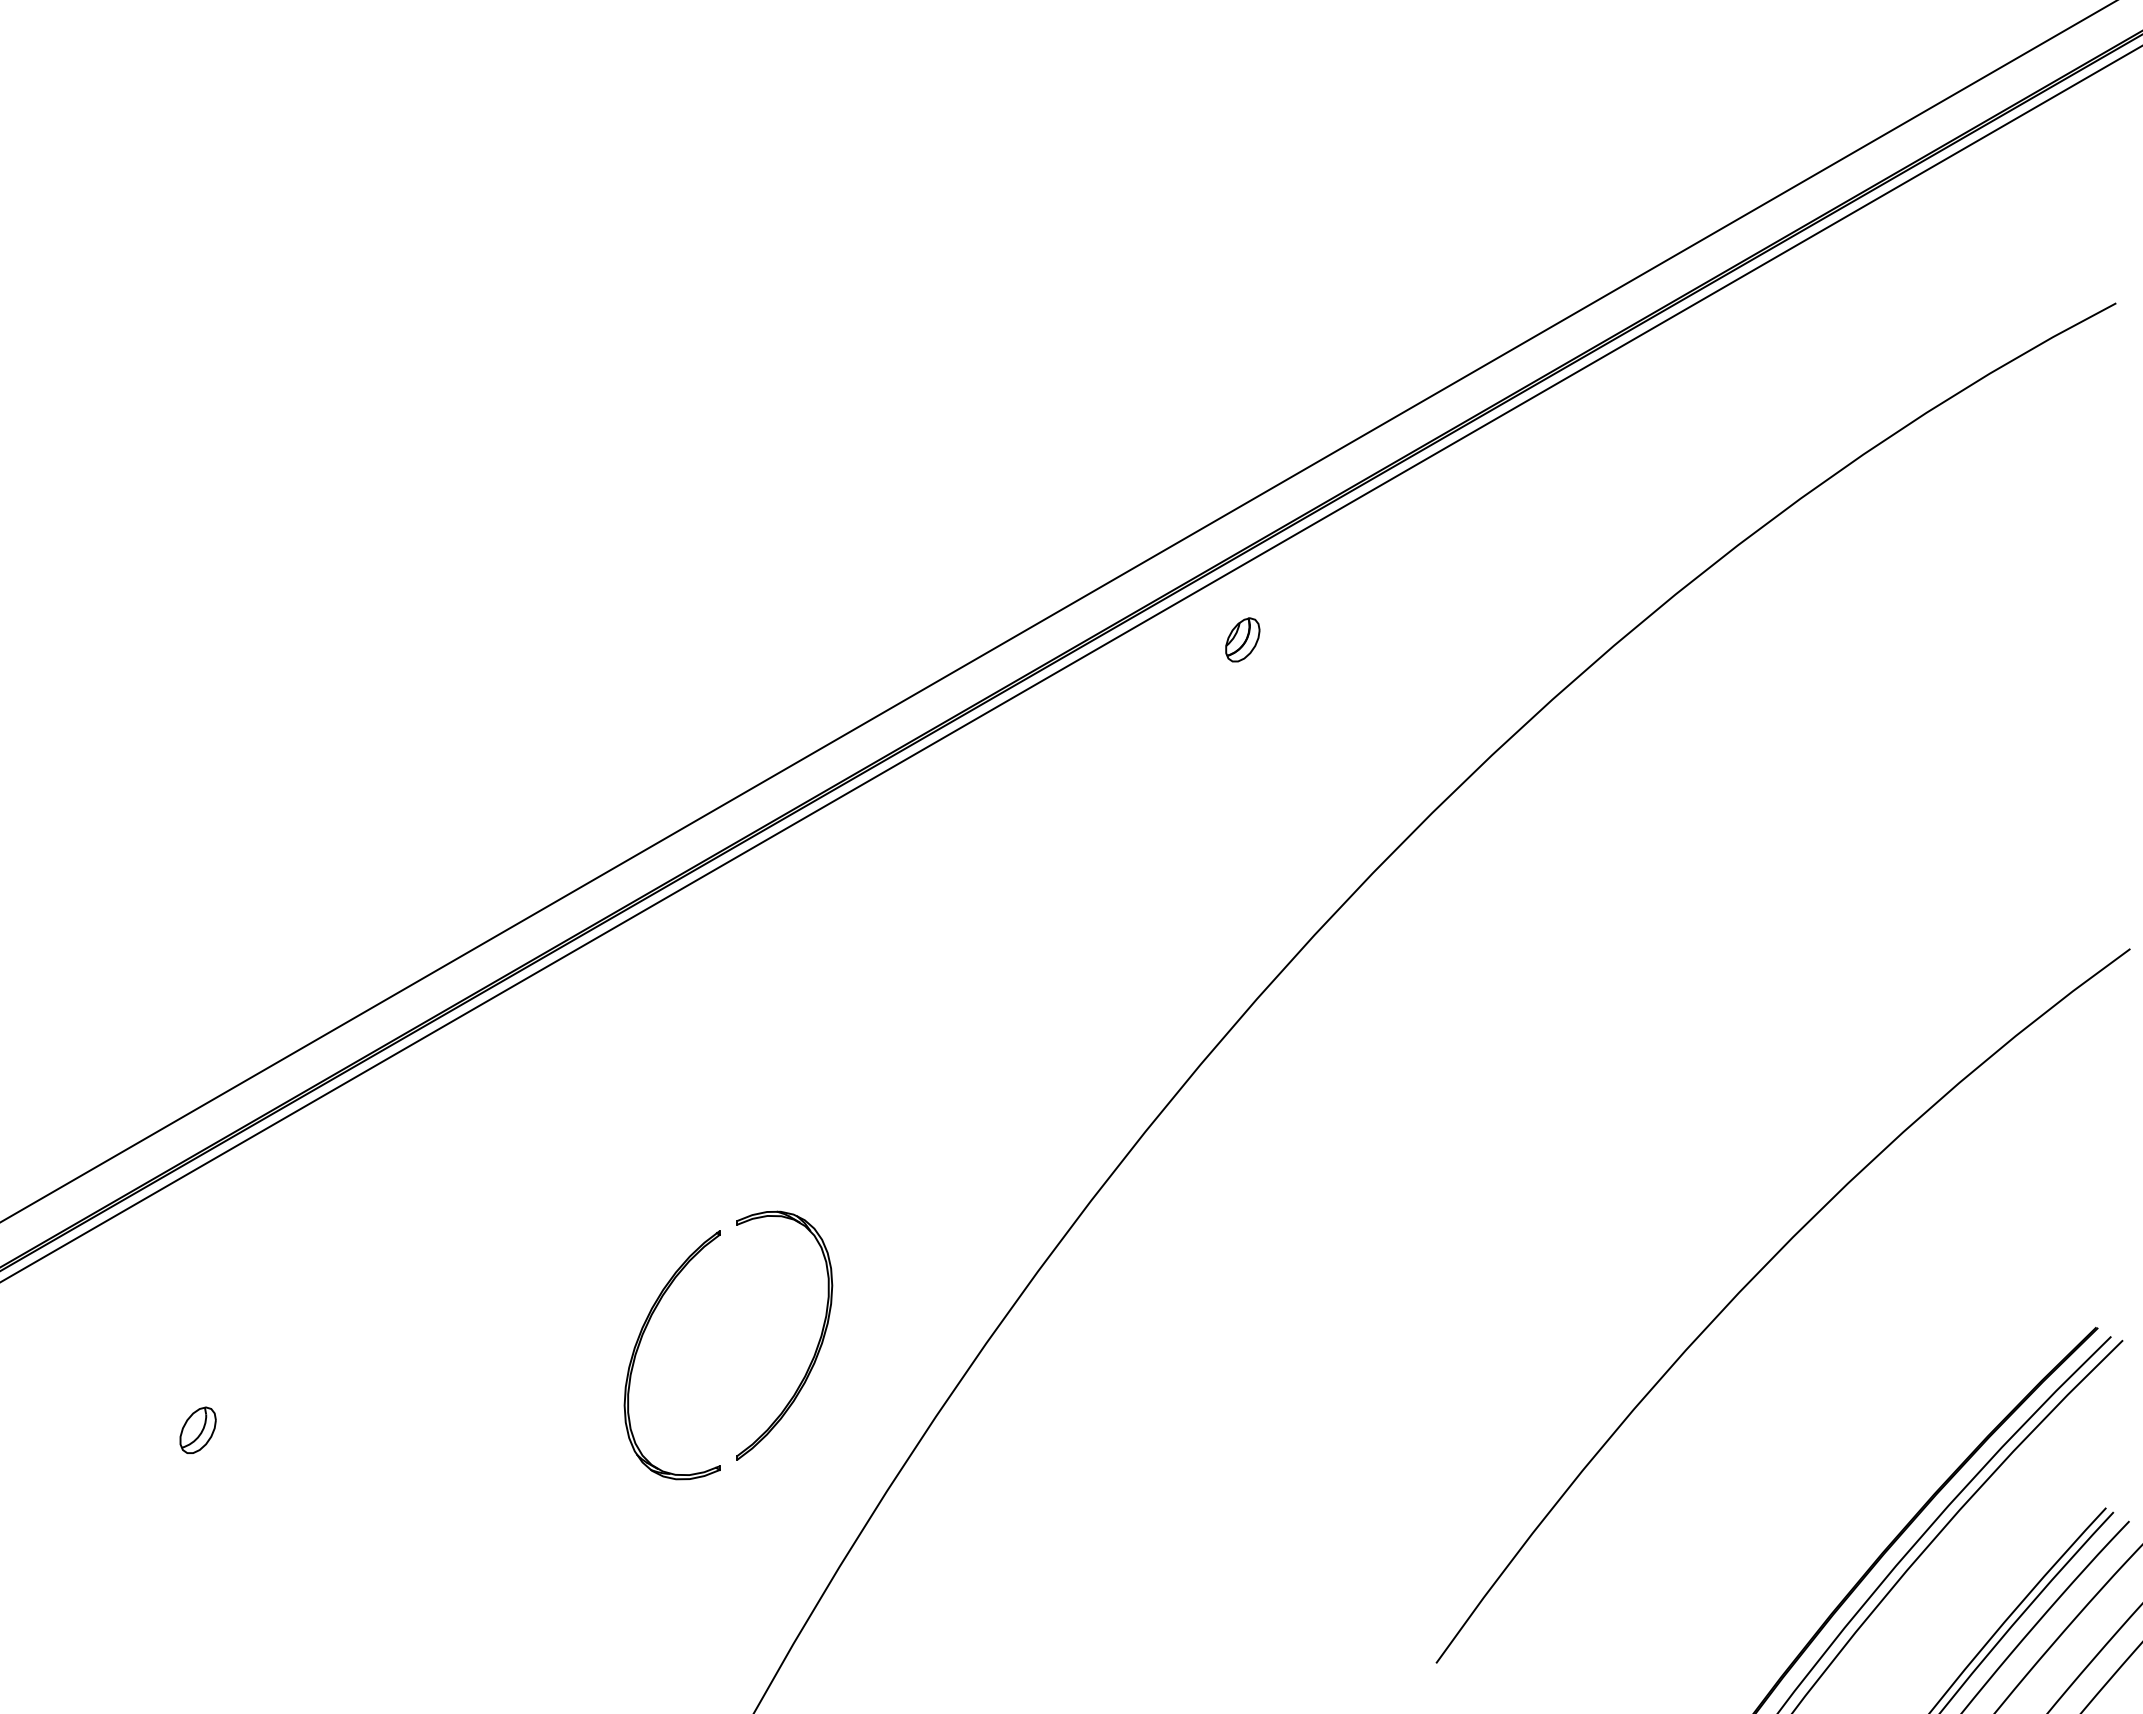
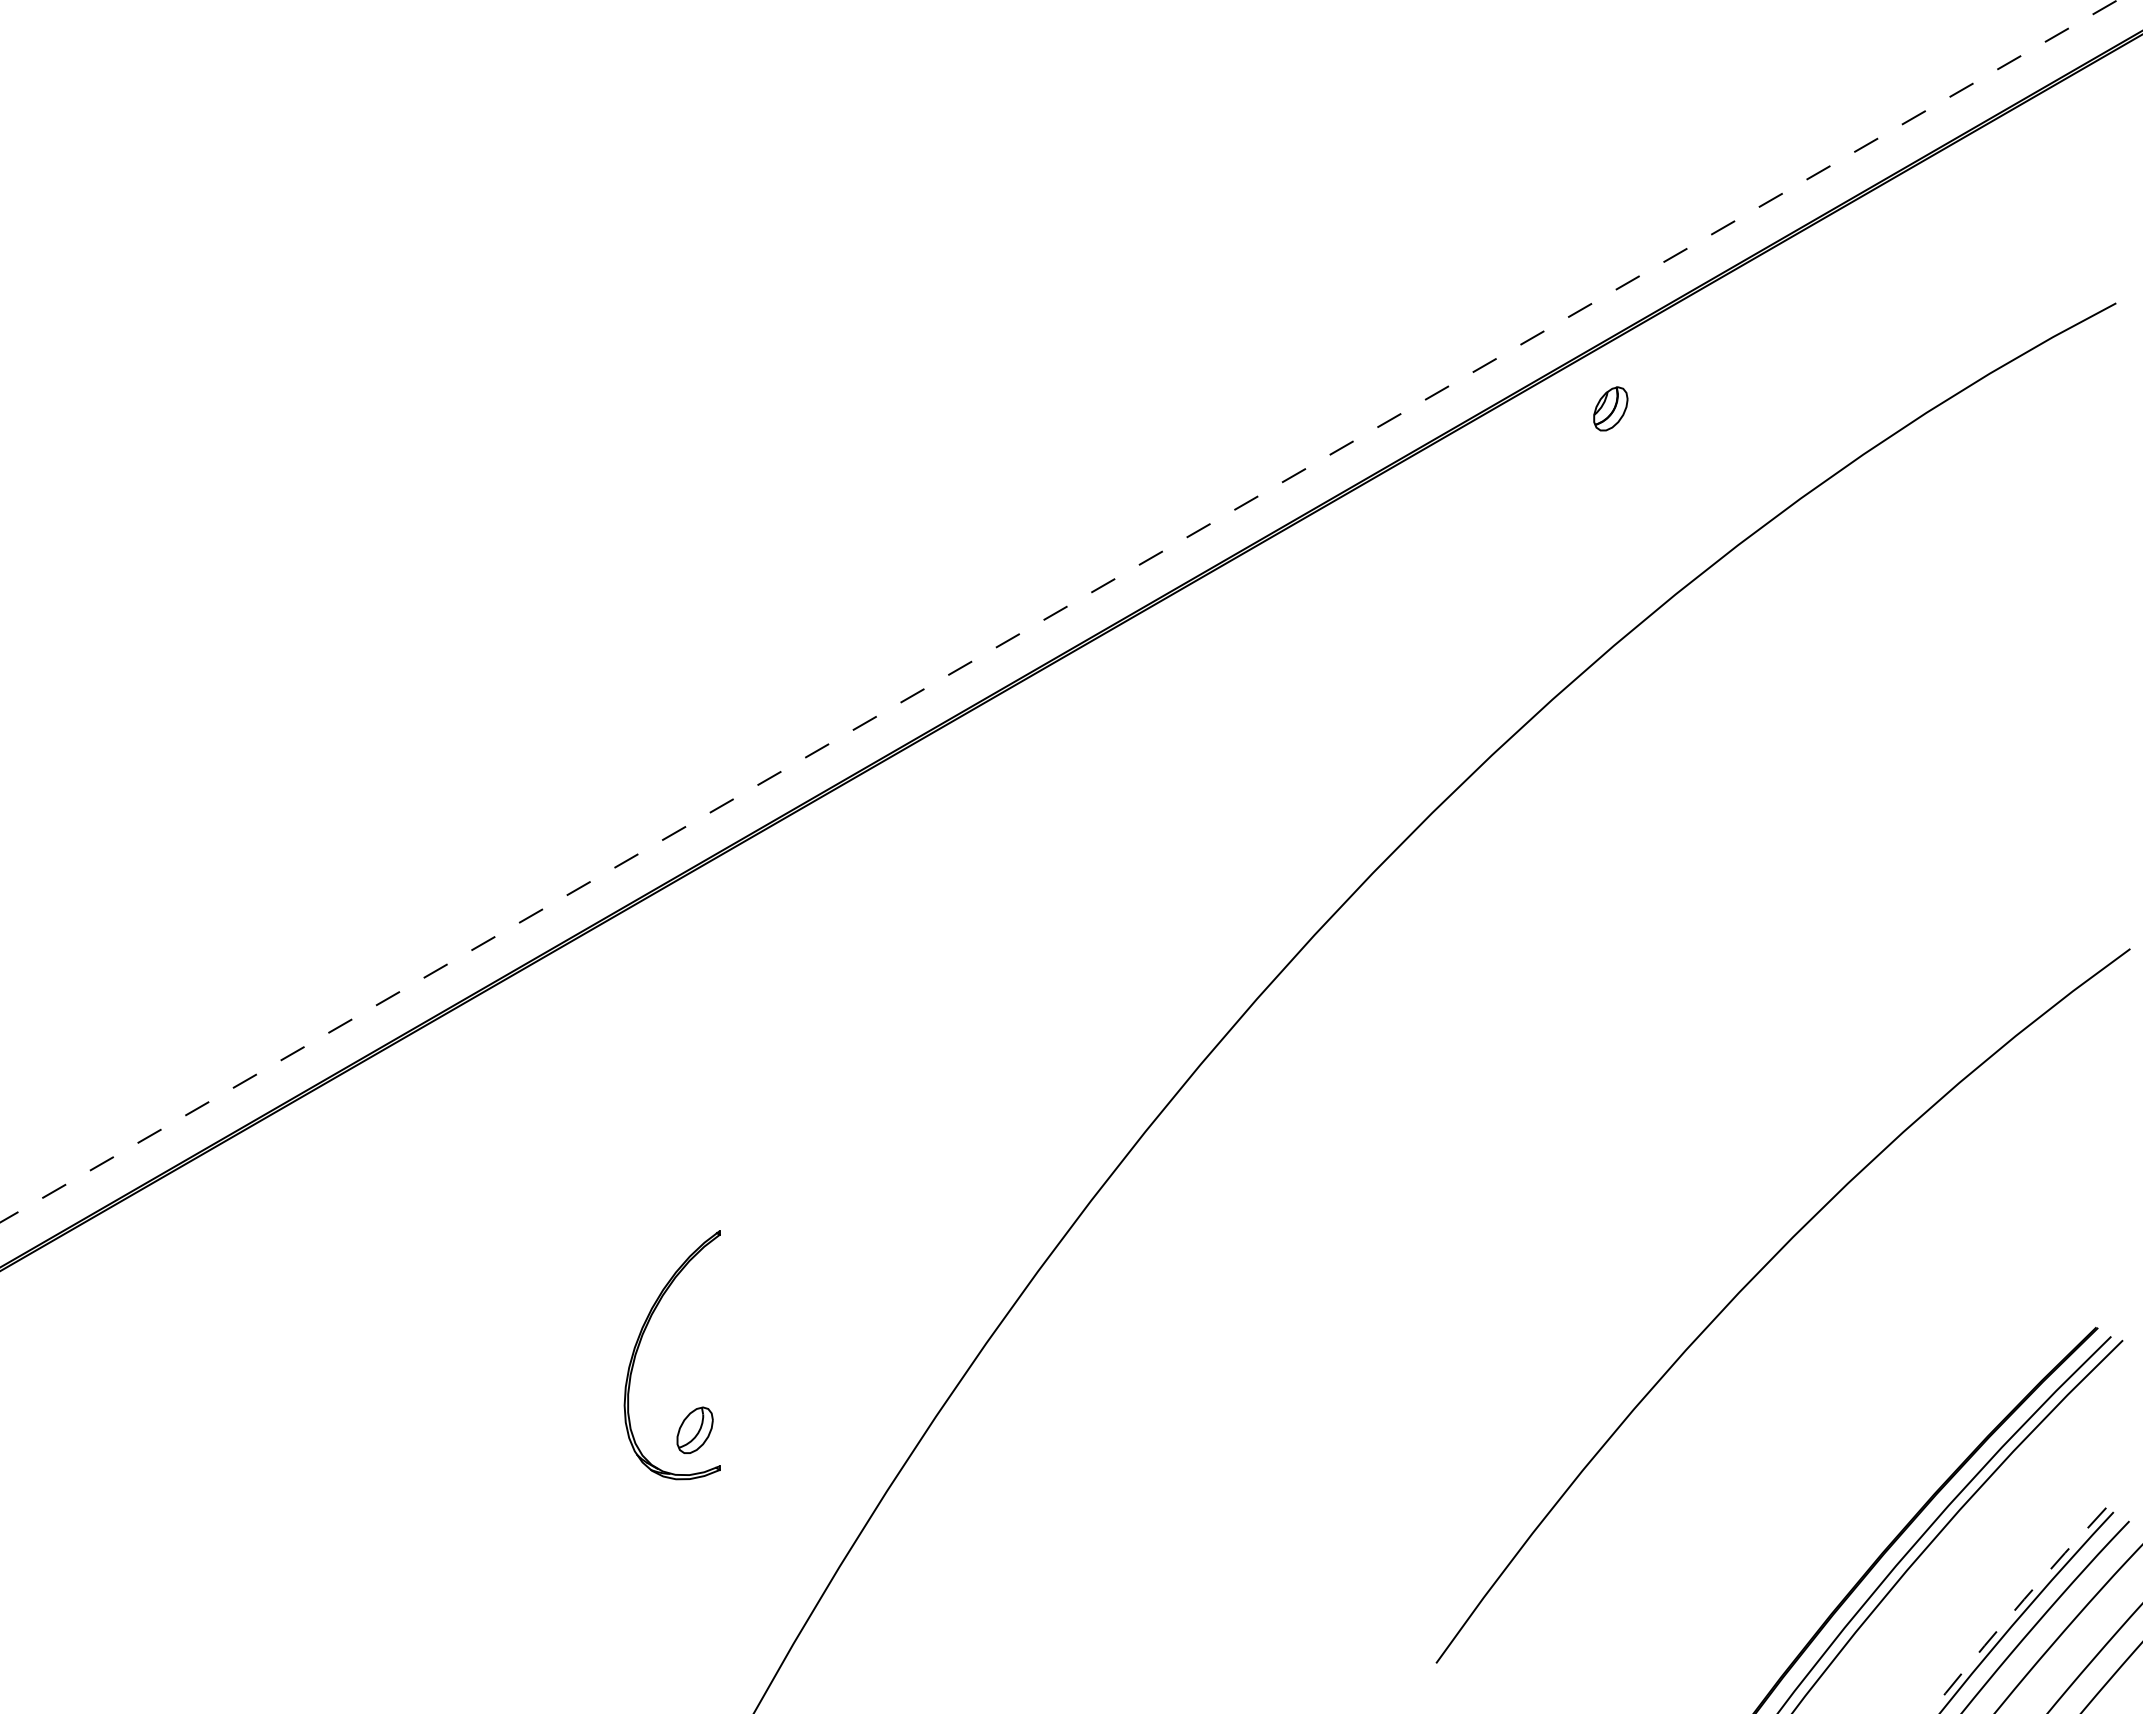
line at (1059, 611): solid -> dashed
part at (1242, 639) position: (1242, 639) -> (1610, 408)
line at (1070, 664): present -> none
part at (816, 1346): present -> none
part at (197, 1429) position: (197, 1429) -> (694, 1429)
arc at (2016, 1608): solid -> dashed
